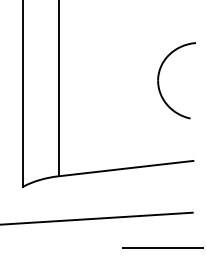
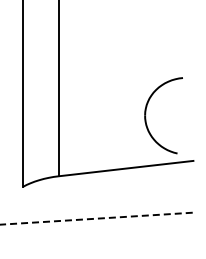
part at (159, 79) position: (159, 79) -> (146, 114)
line at (95, 218): solid -> dashed
line at (161, 248): present -> none
